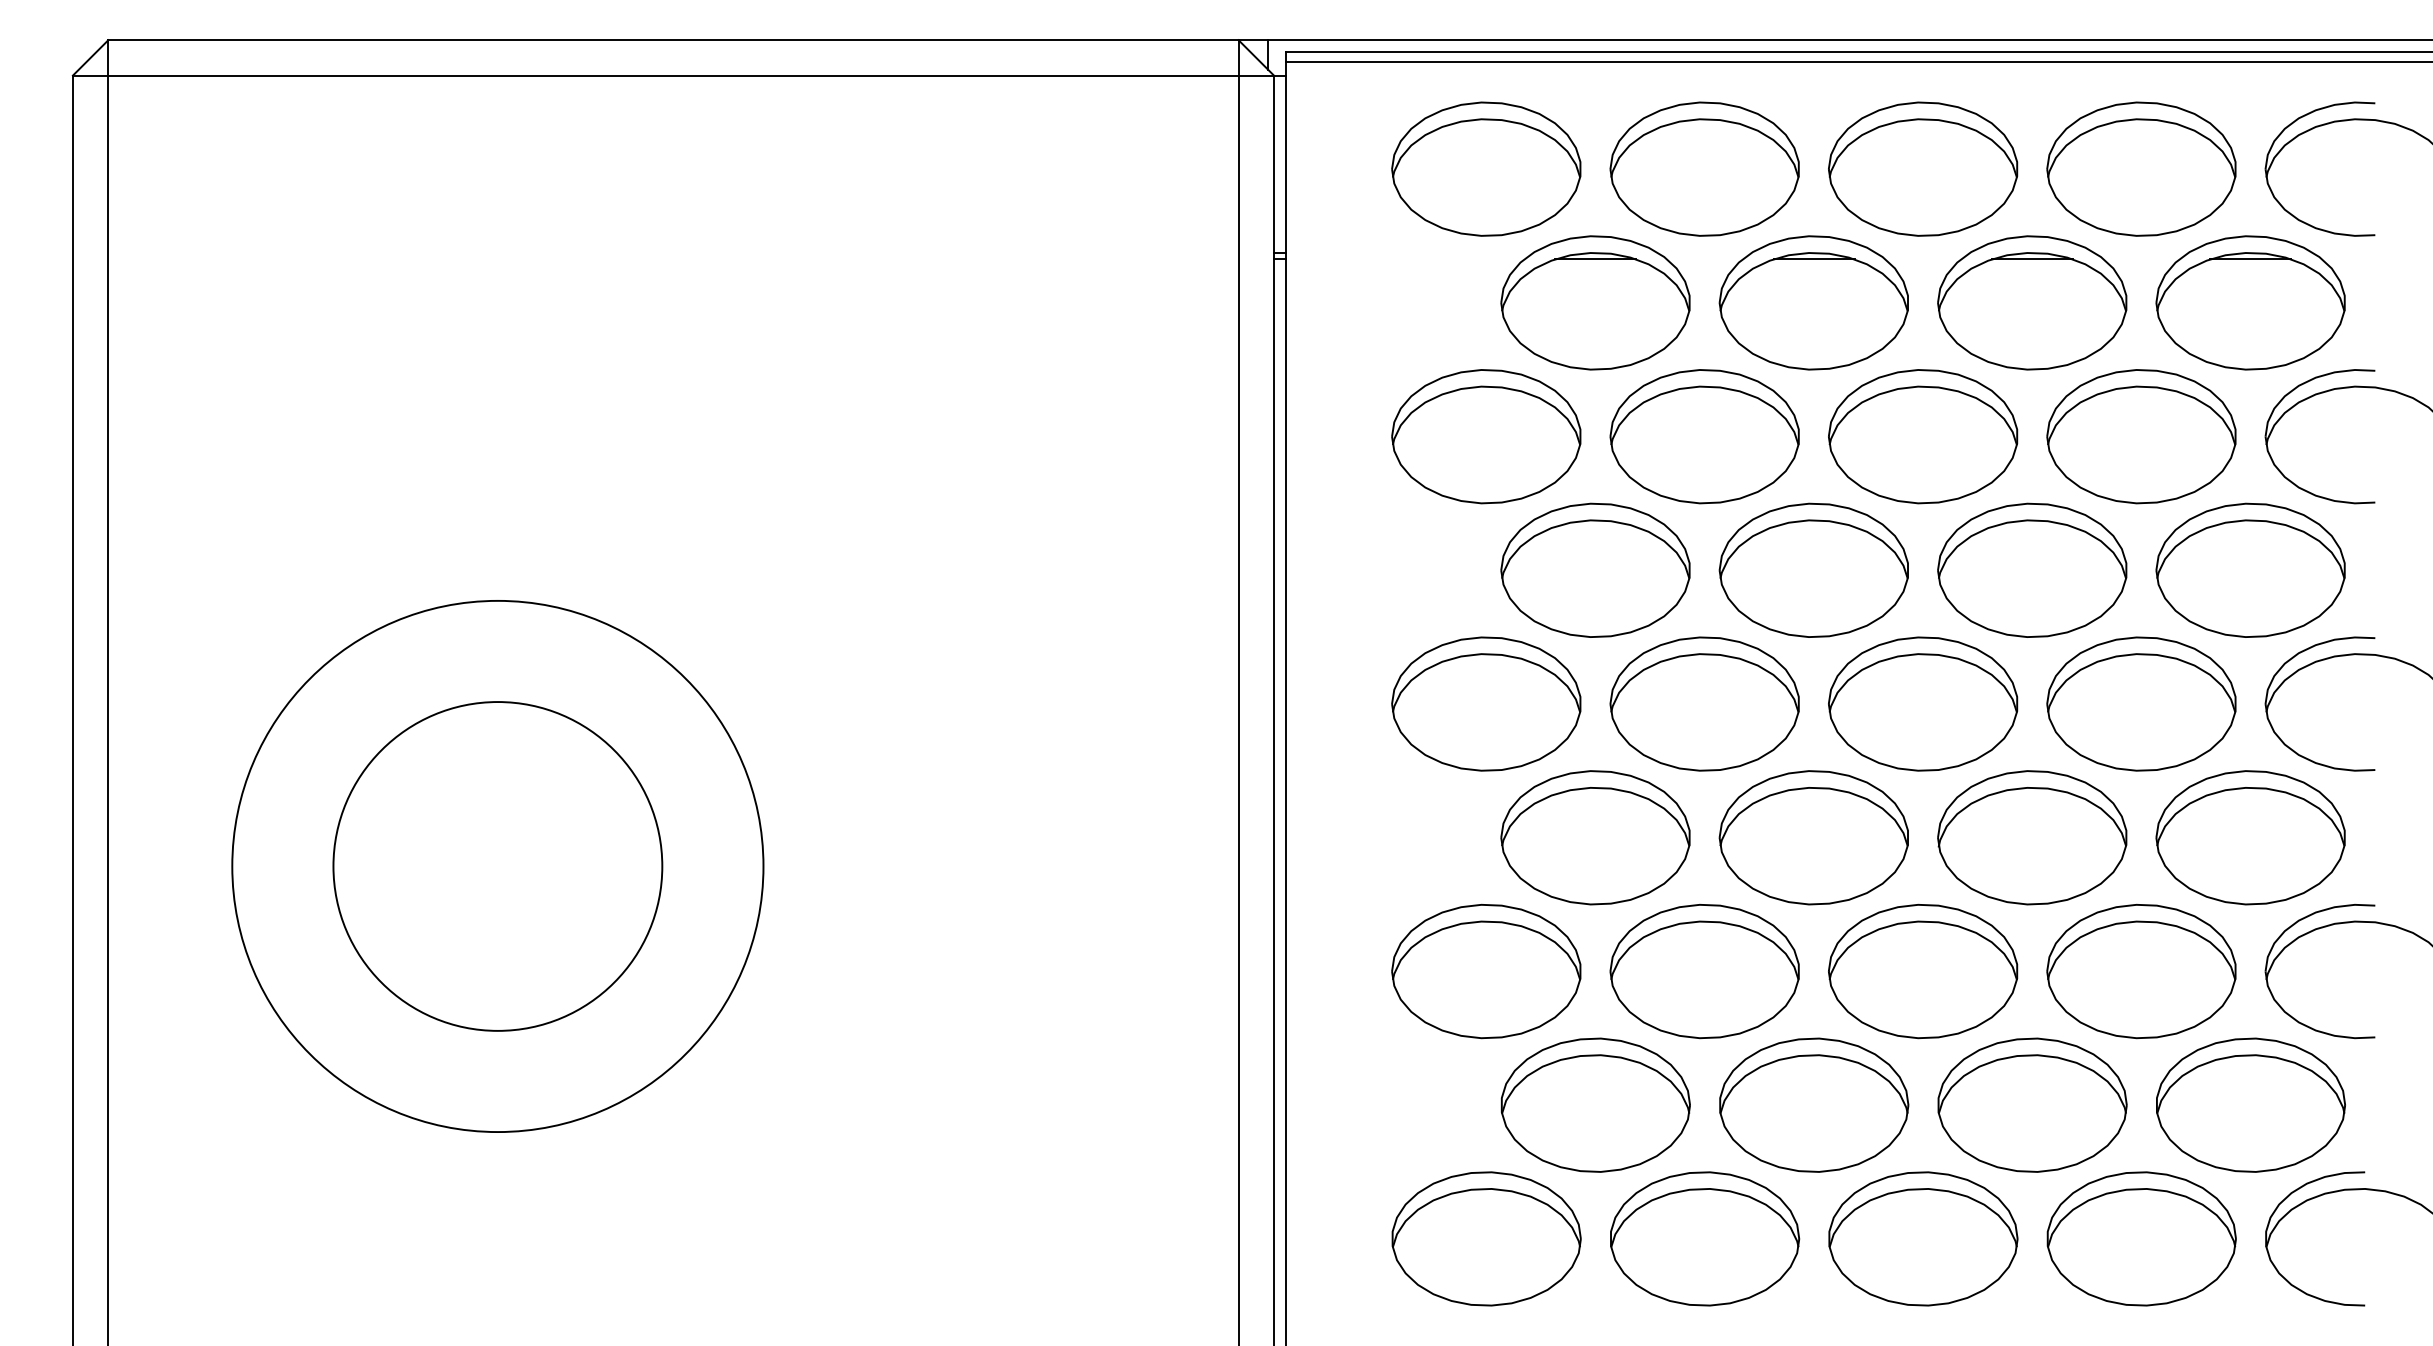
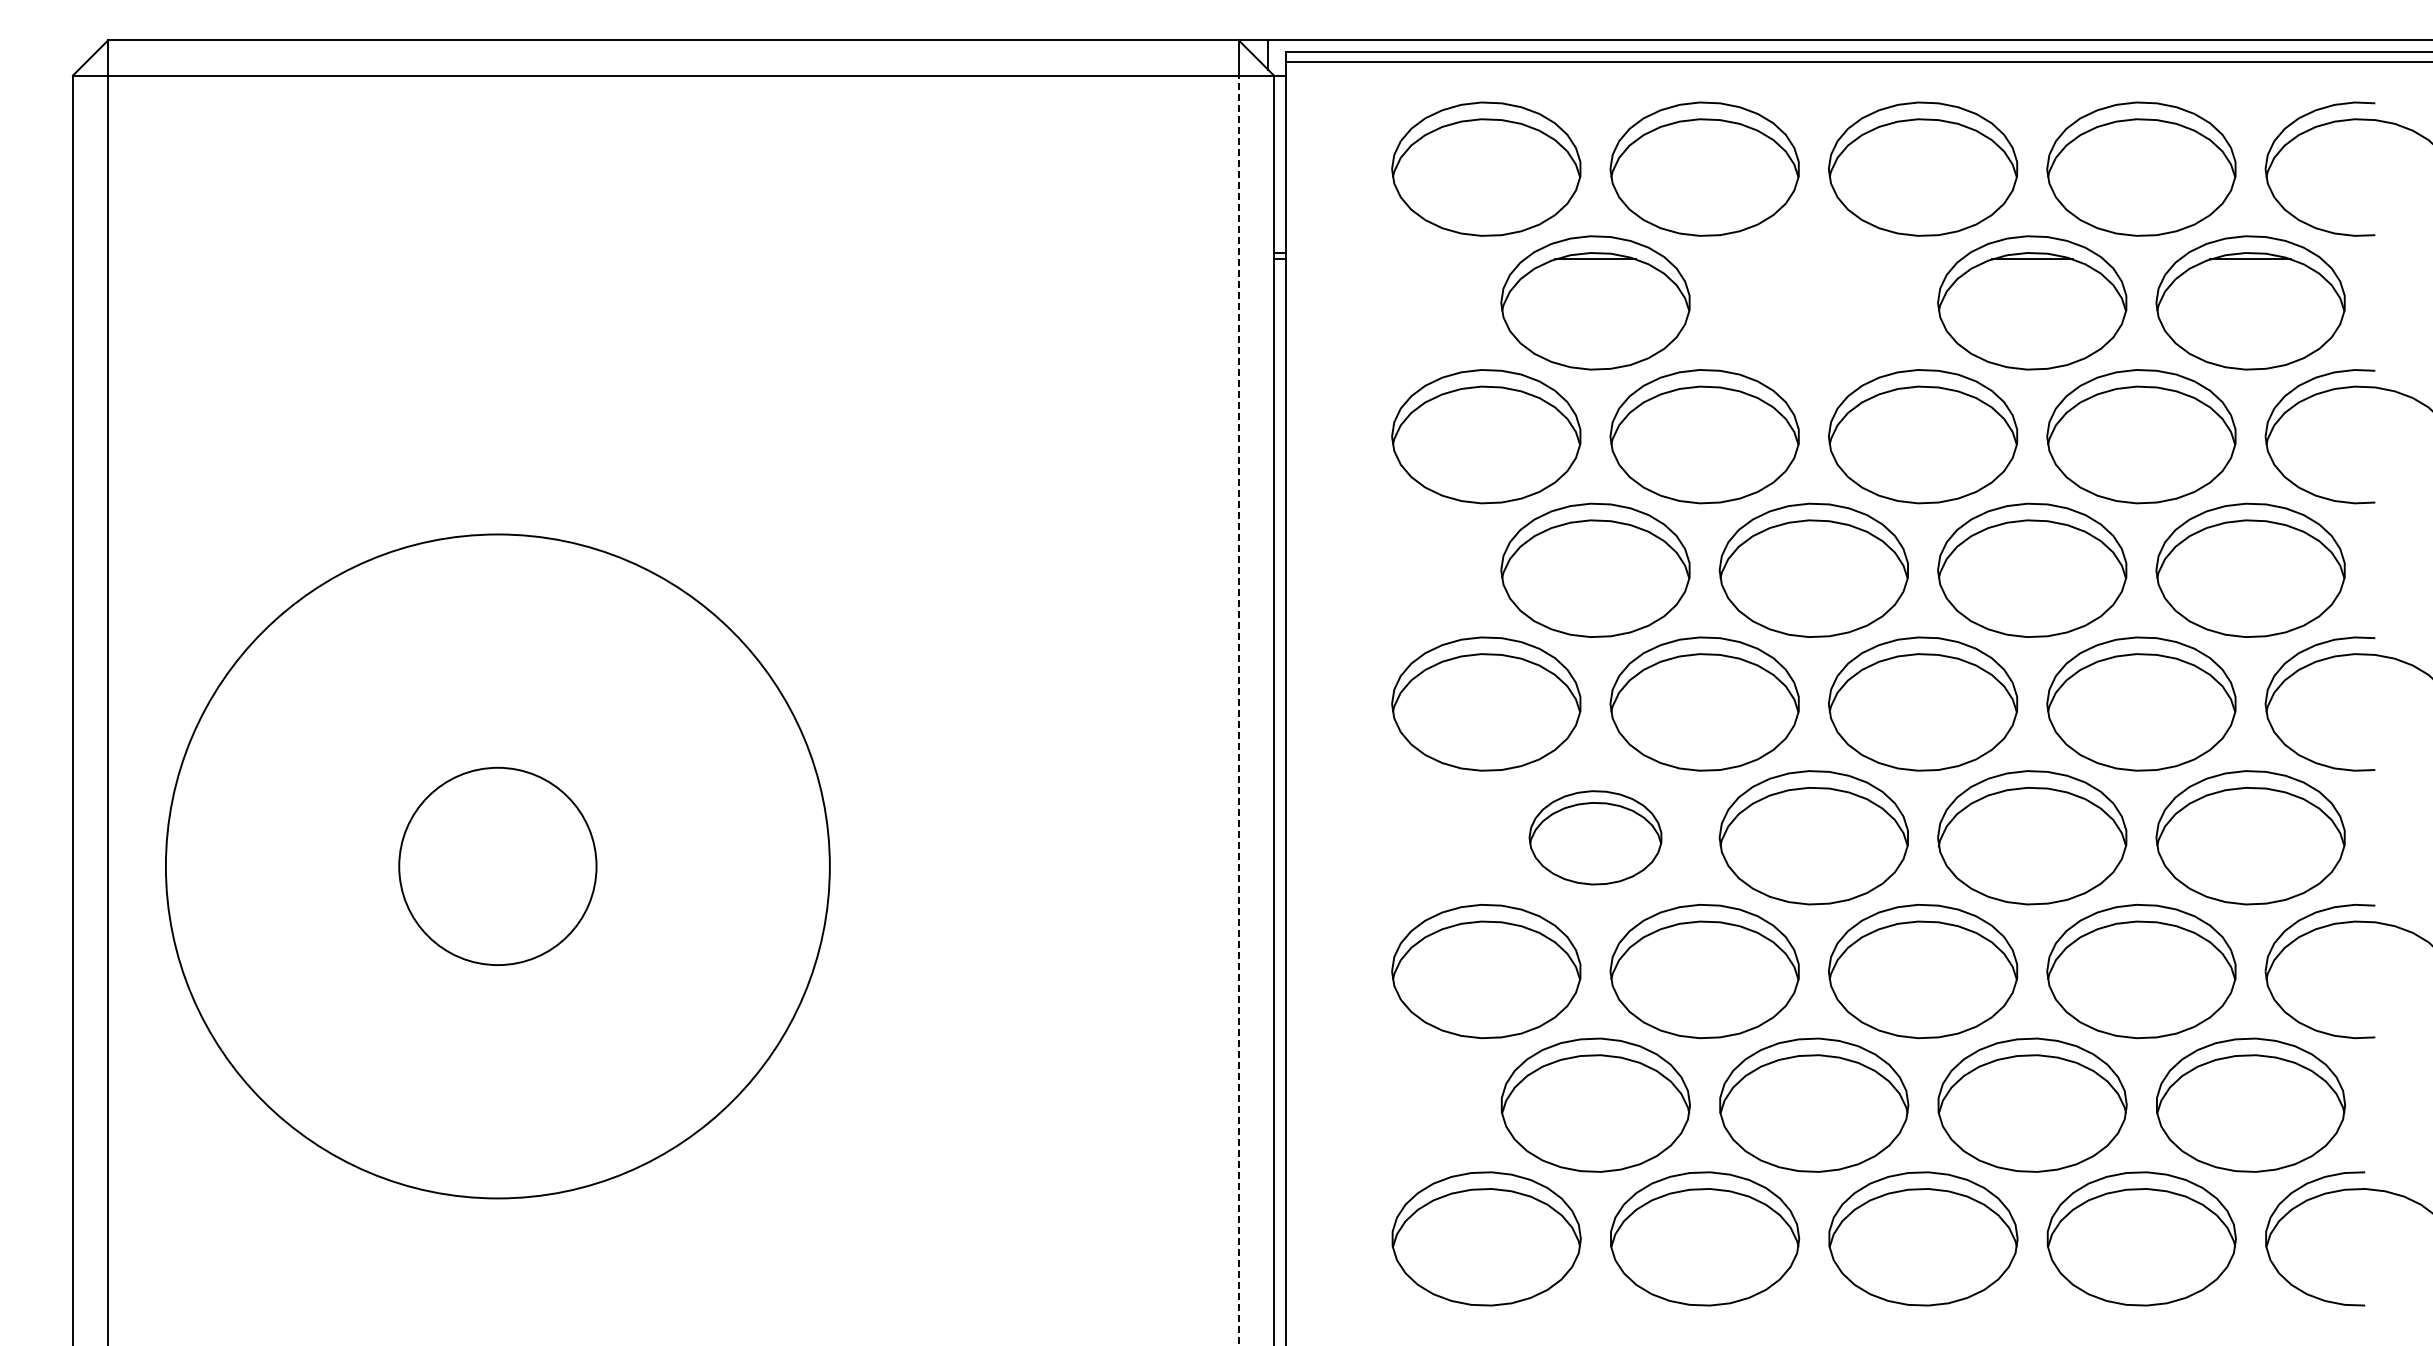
part at (1813, 302): present -> none
line at (1238, 710): solid -> dashed
part at (1595, 837) size: 191x136 px -> 135x96 px
circle at (497, 866) diameter: 329 px -> 197 px
circle at (497, 866) diameter: 531 px -> 664 px
